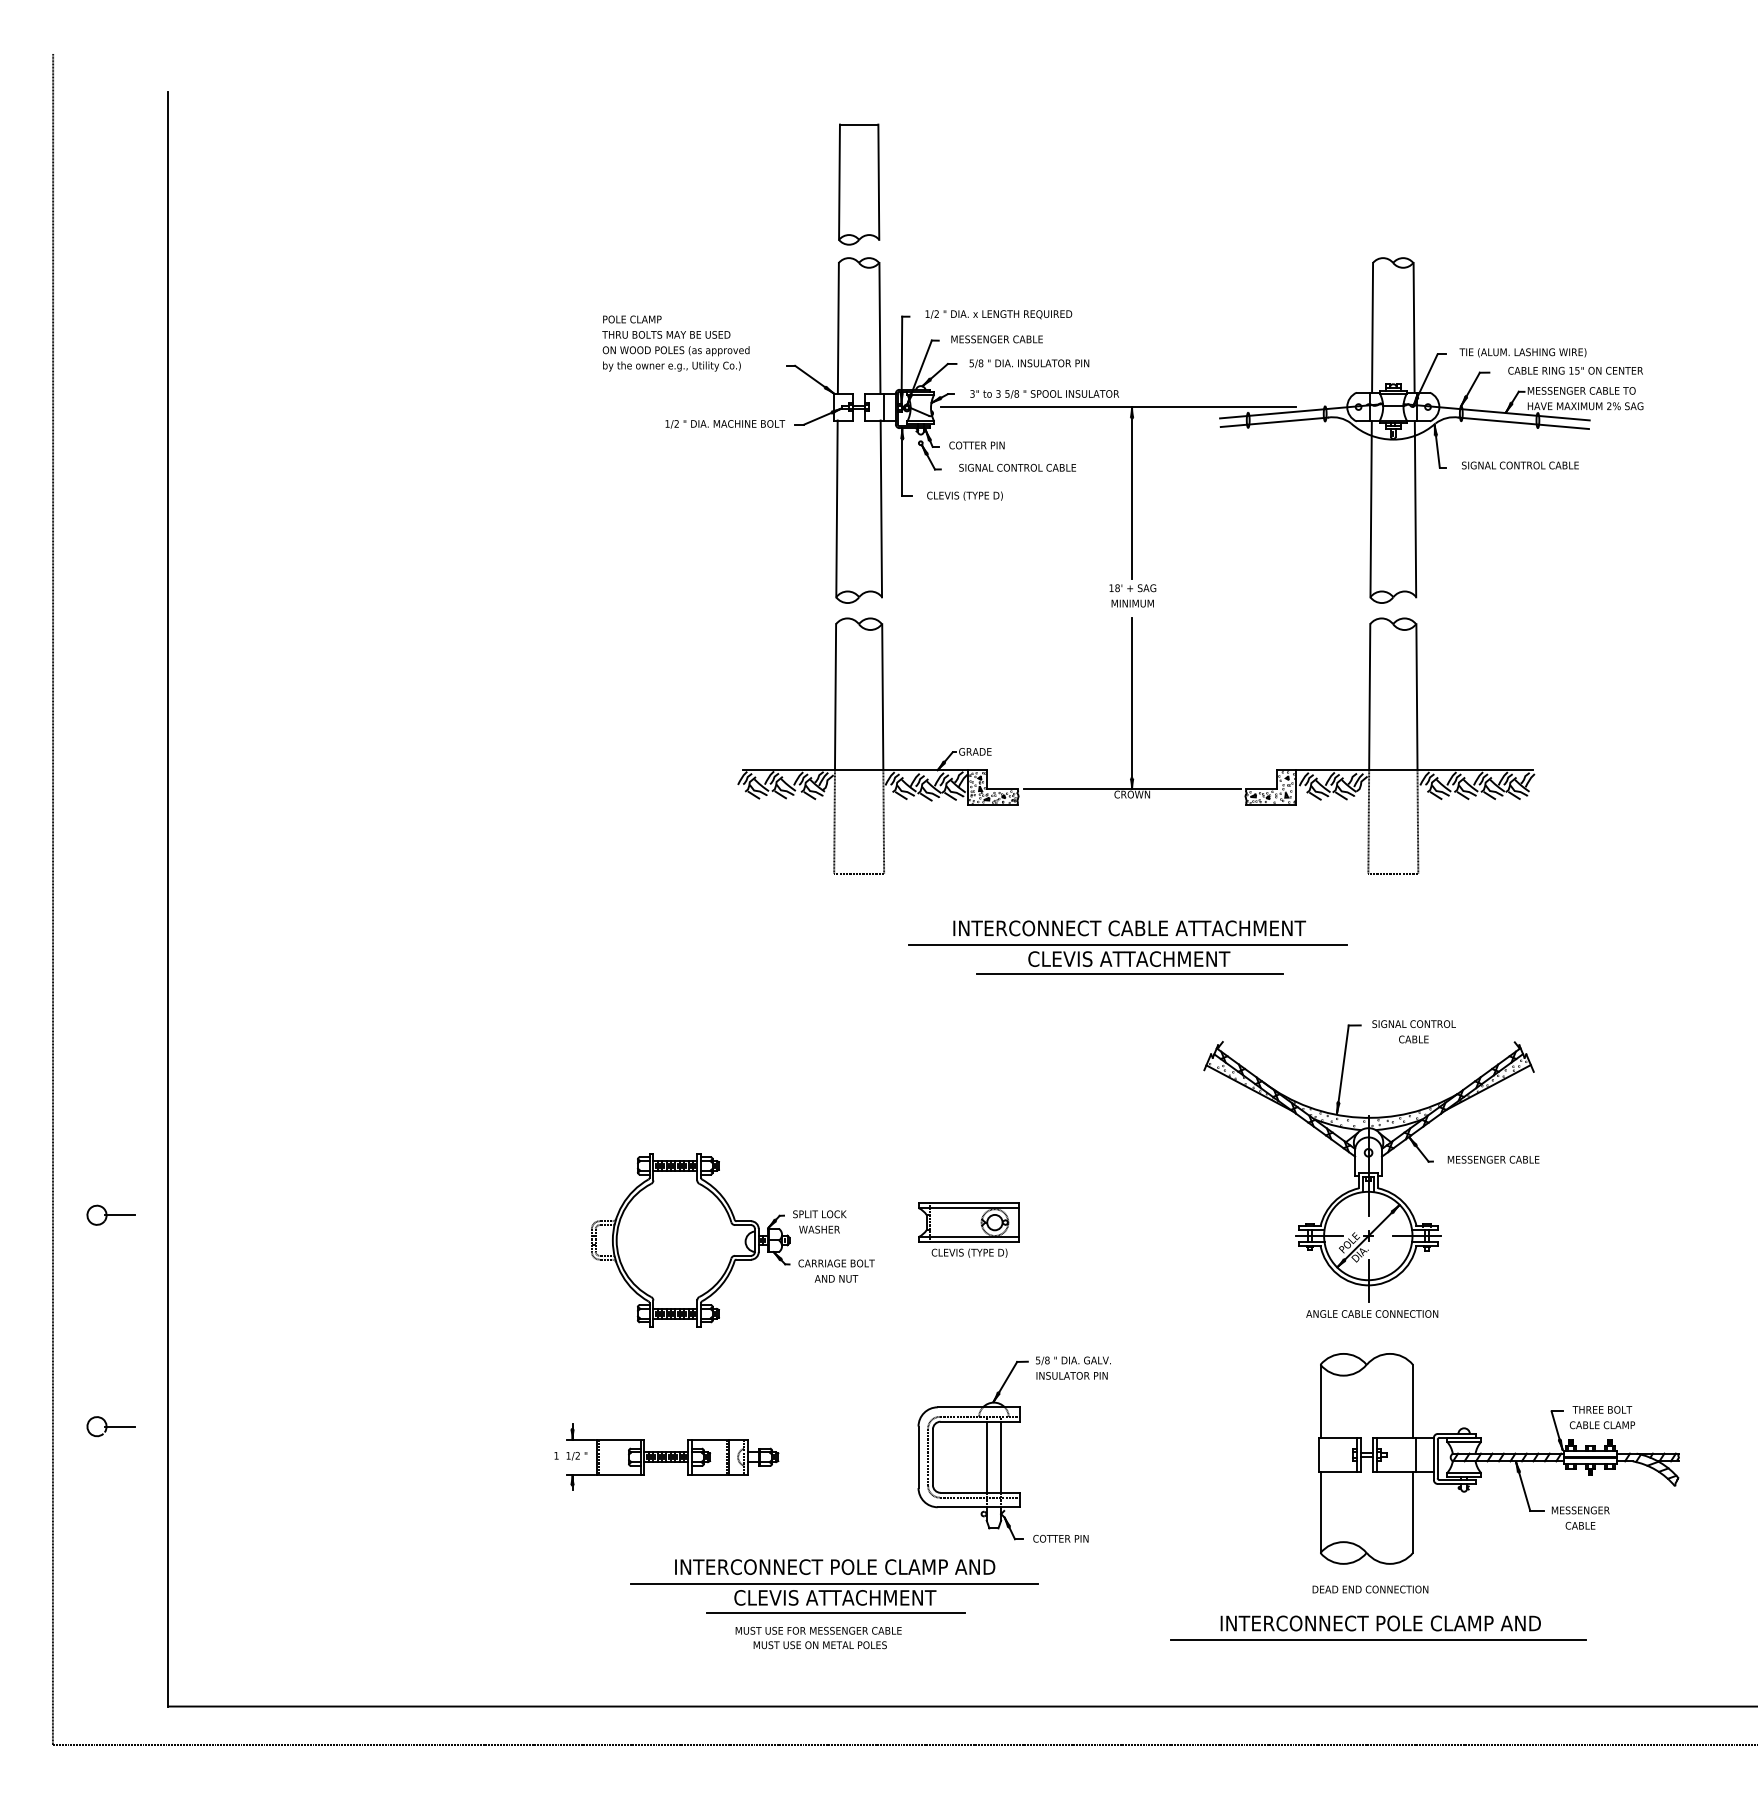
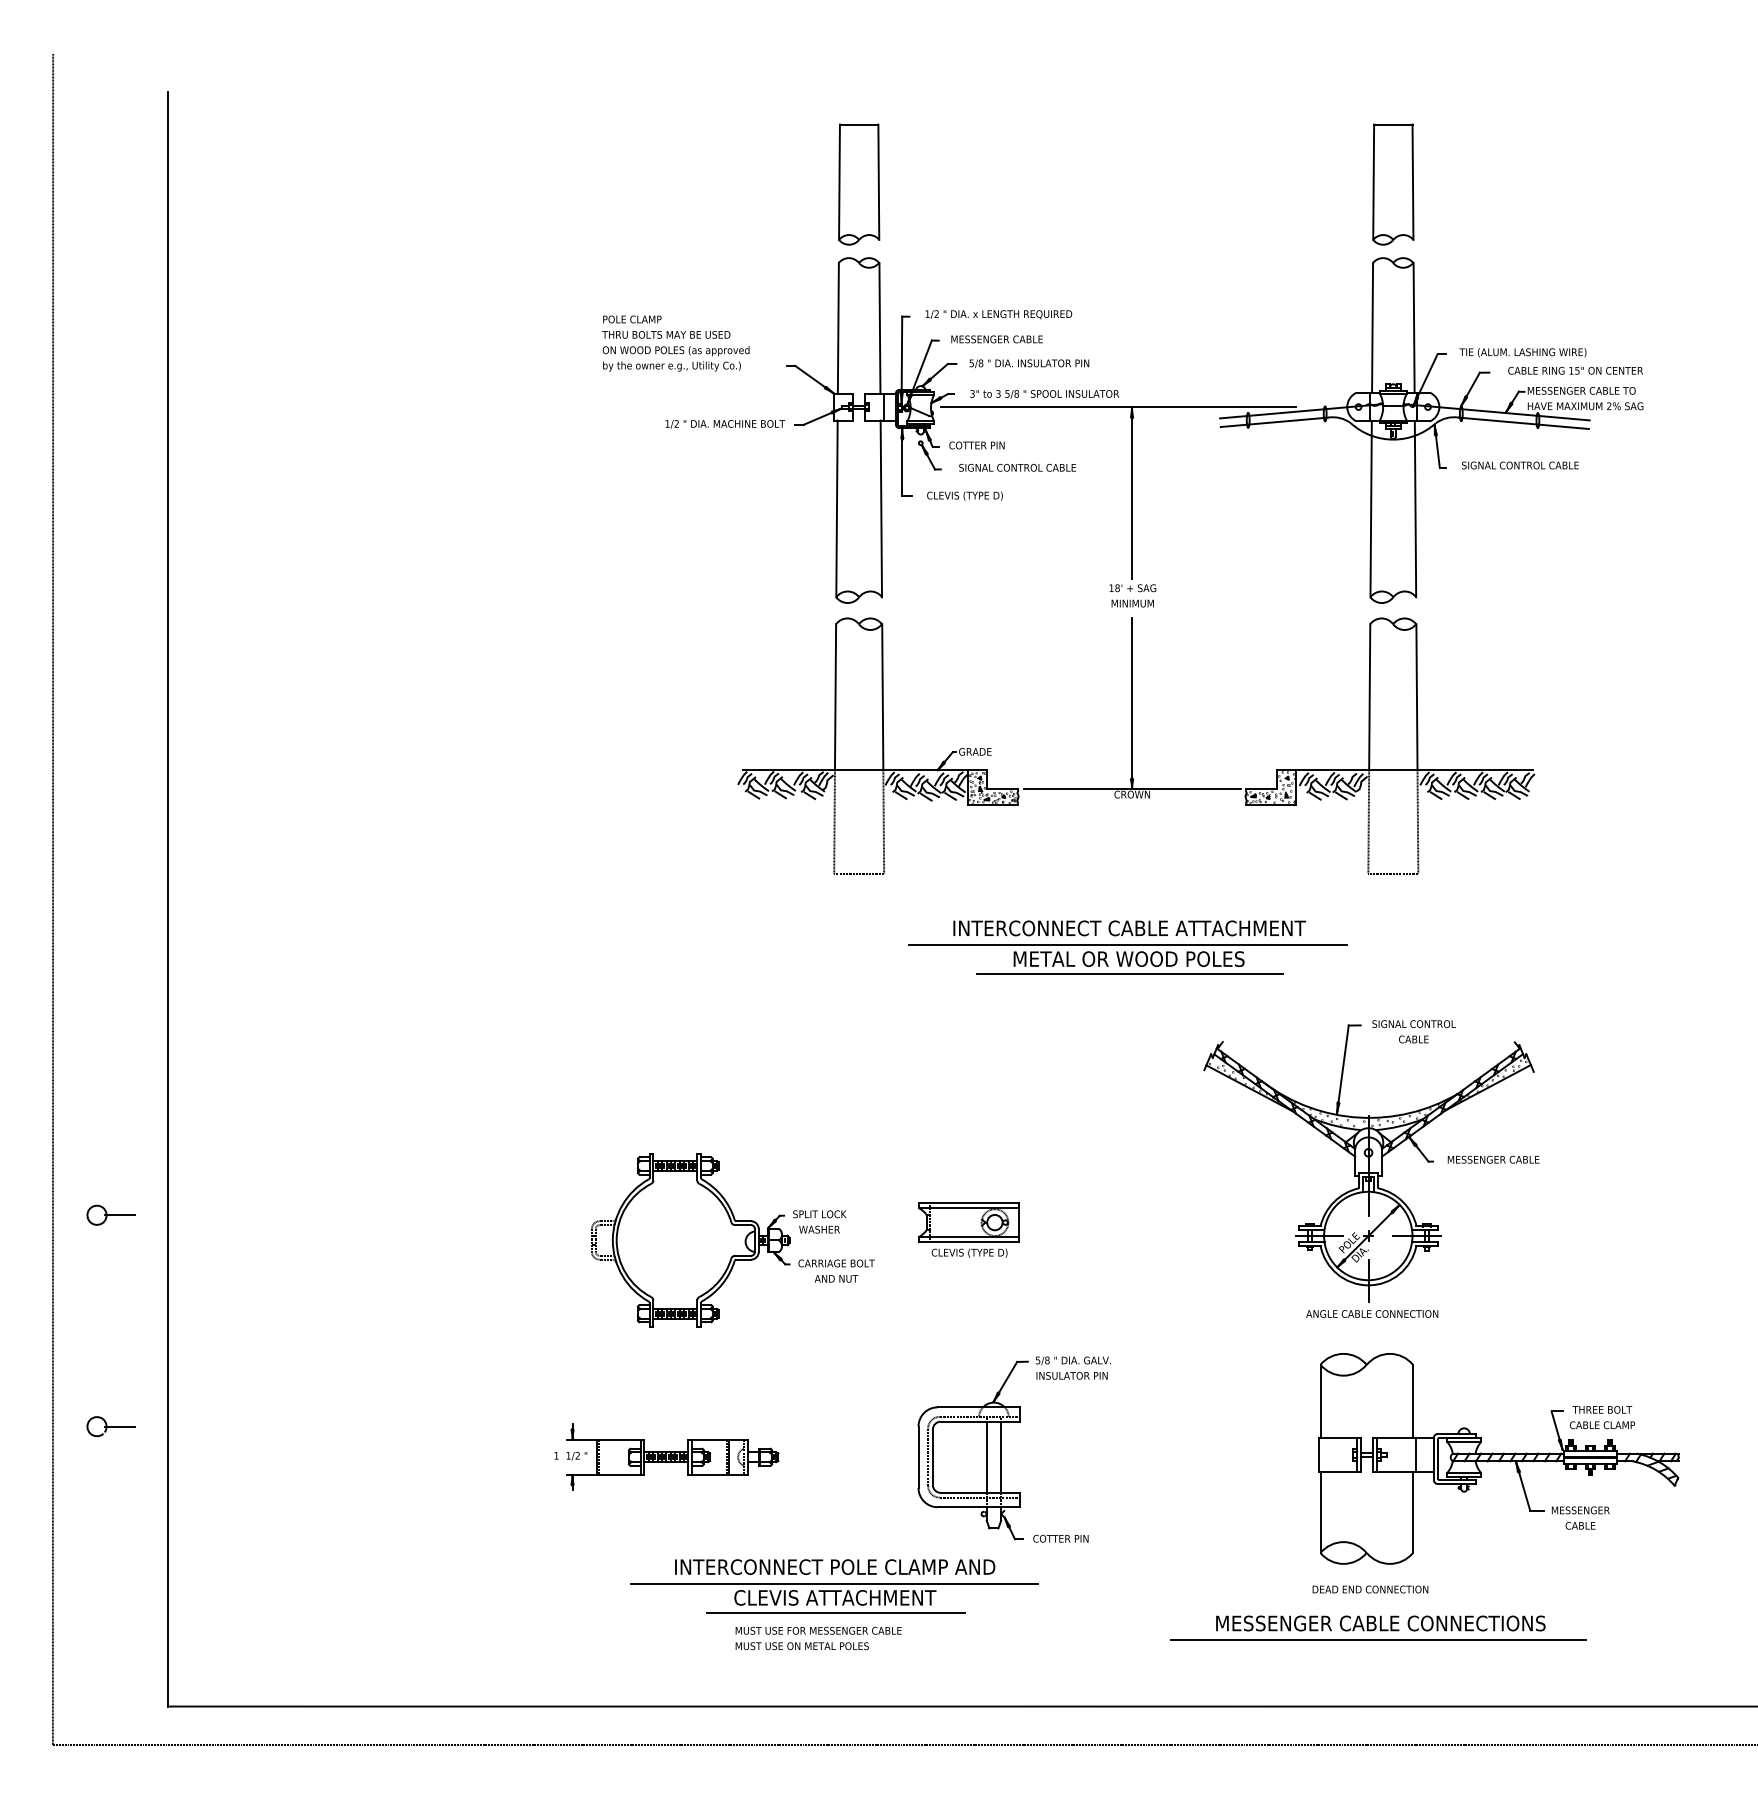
part at (1393, 184): none -> present
text at (1128, 959): CLEVIS ATTACHMENT -> METAL OR WOOD POLES
text at (1380, 1623): INTERCONNECT POLE CLAMP AND -> MESSENGER CABLE CONNECTIONS
text at (819, 1645) position: (819, 1645) -> (801, 1646)
